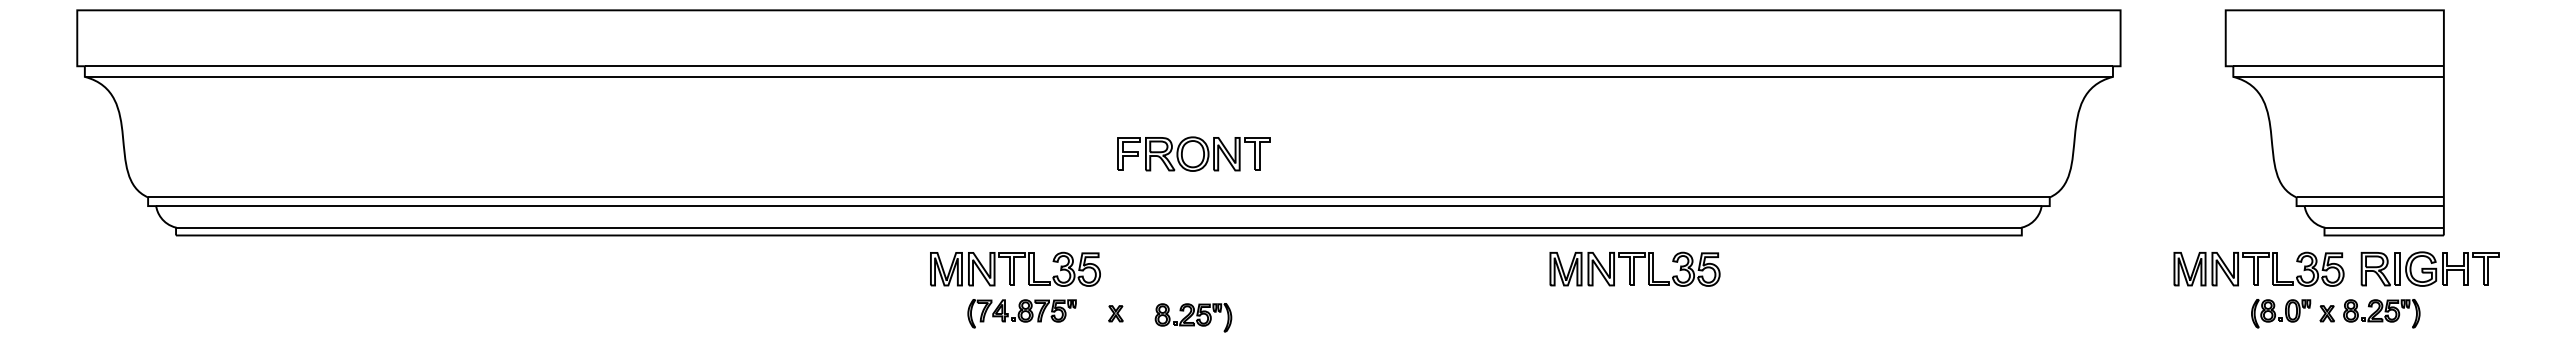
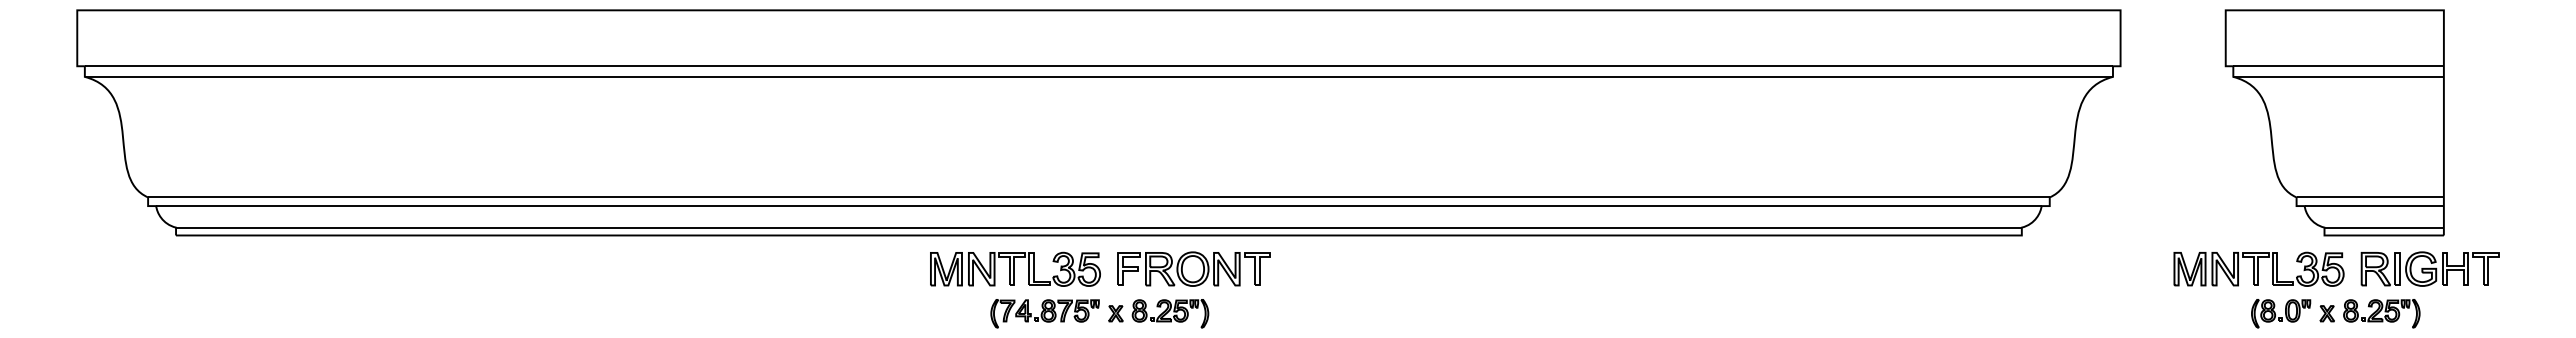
part at (1193, 153) position: (1193, 153) -> (1193, 268)
part at (1634, 268): present -> none
part at (1021, 313) position: (1021, 313) -> (1044, 313)
part at (1193, 317) position: (1193, 317) -> (1170, 313)
